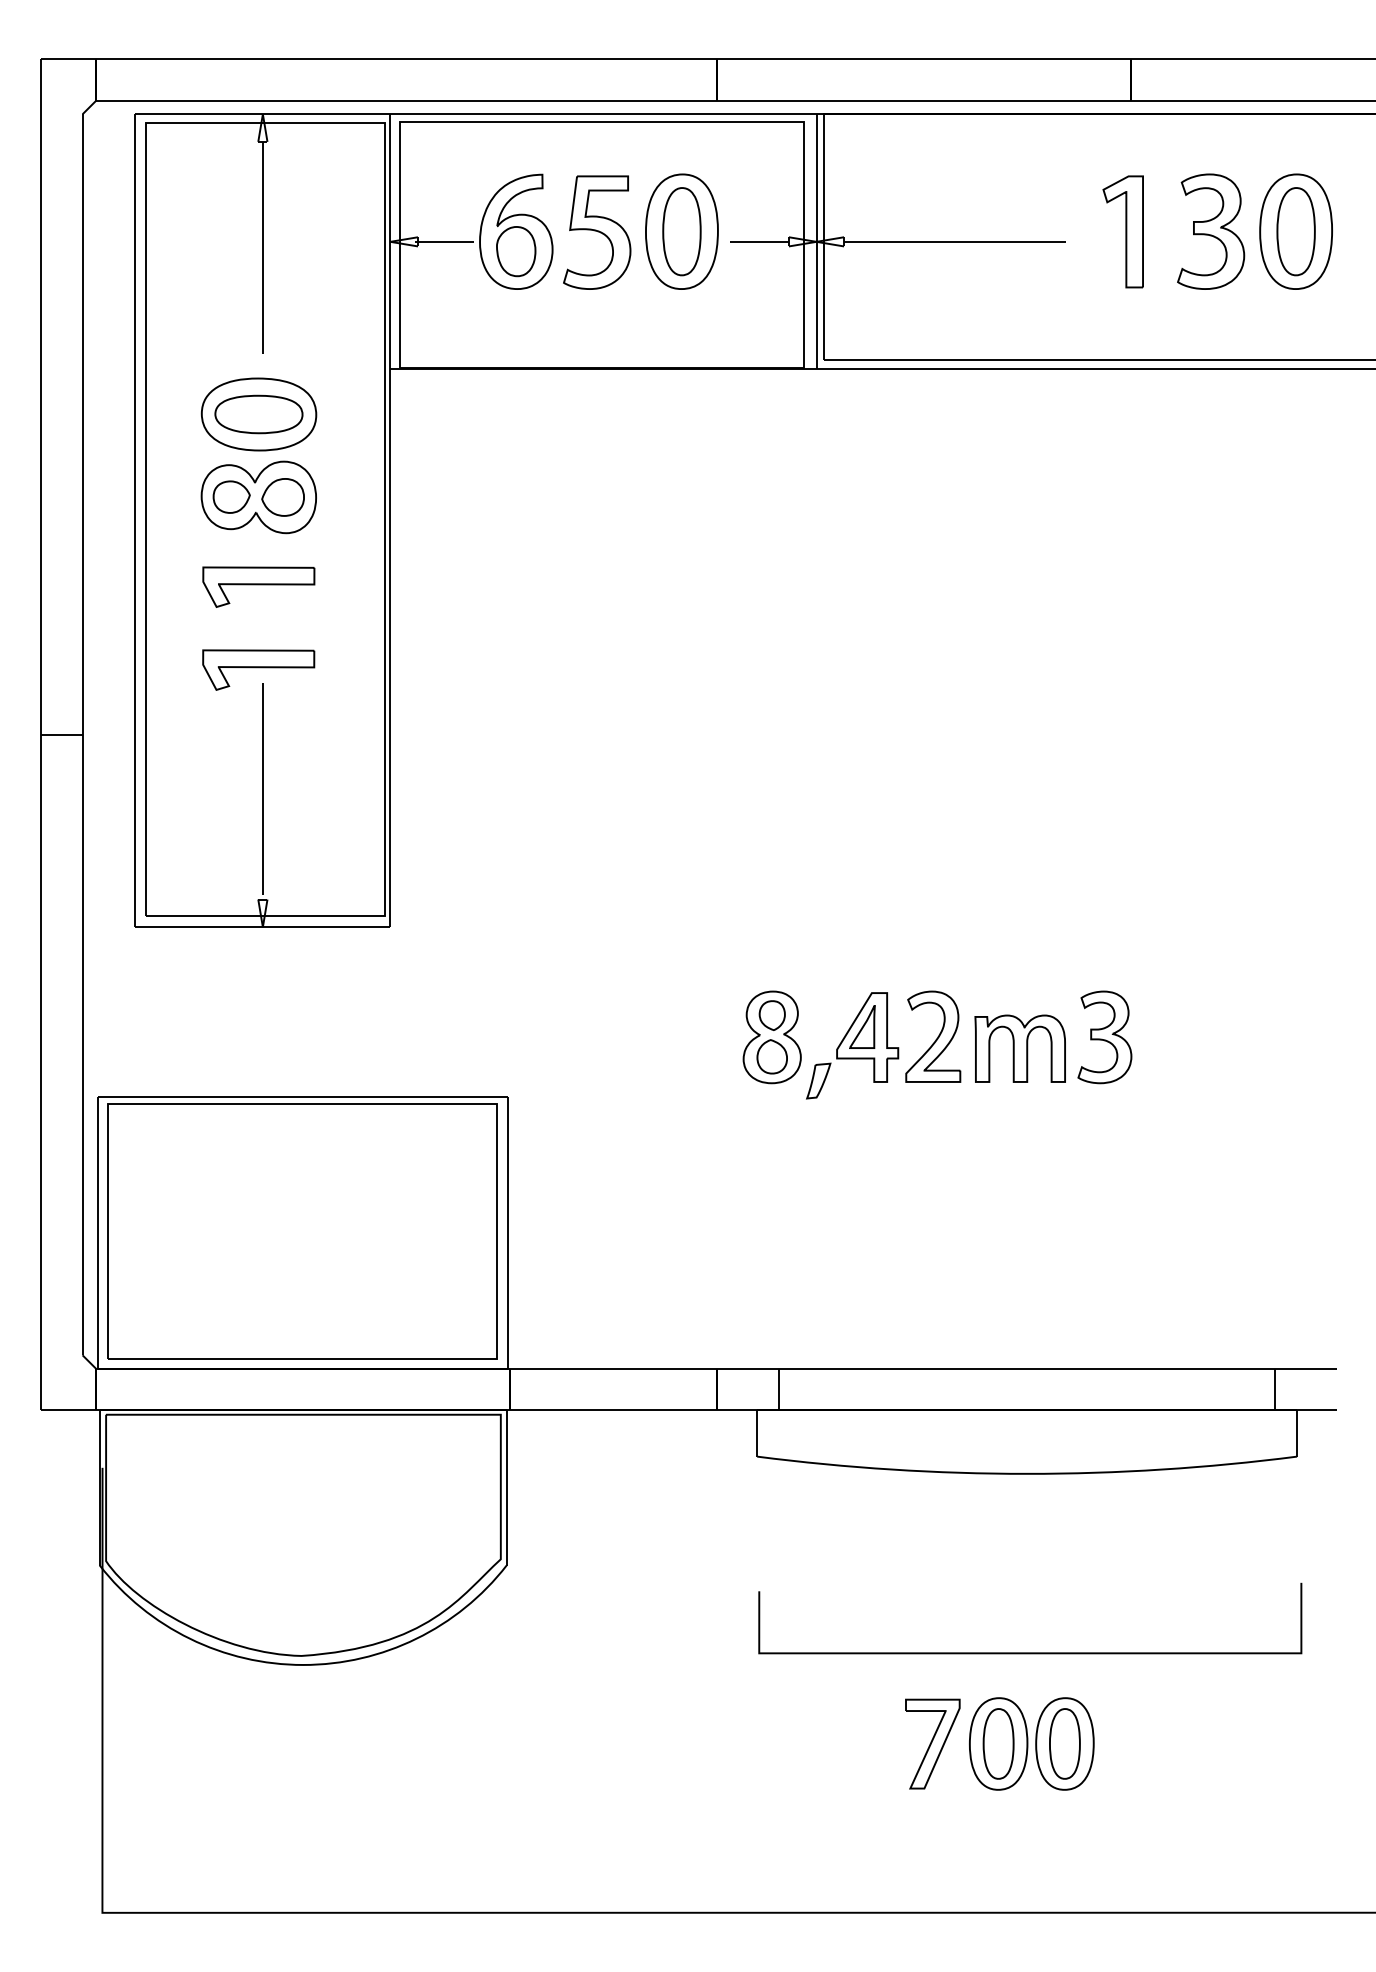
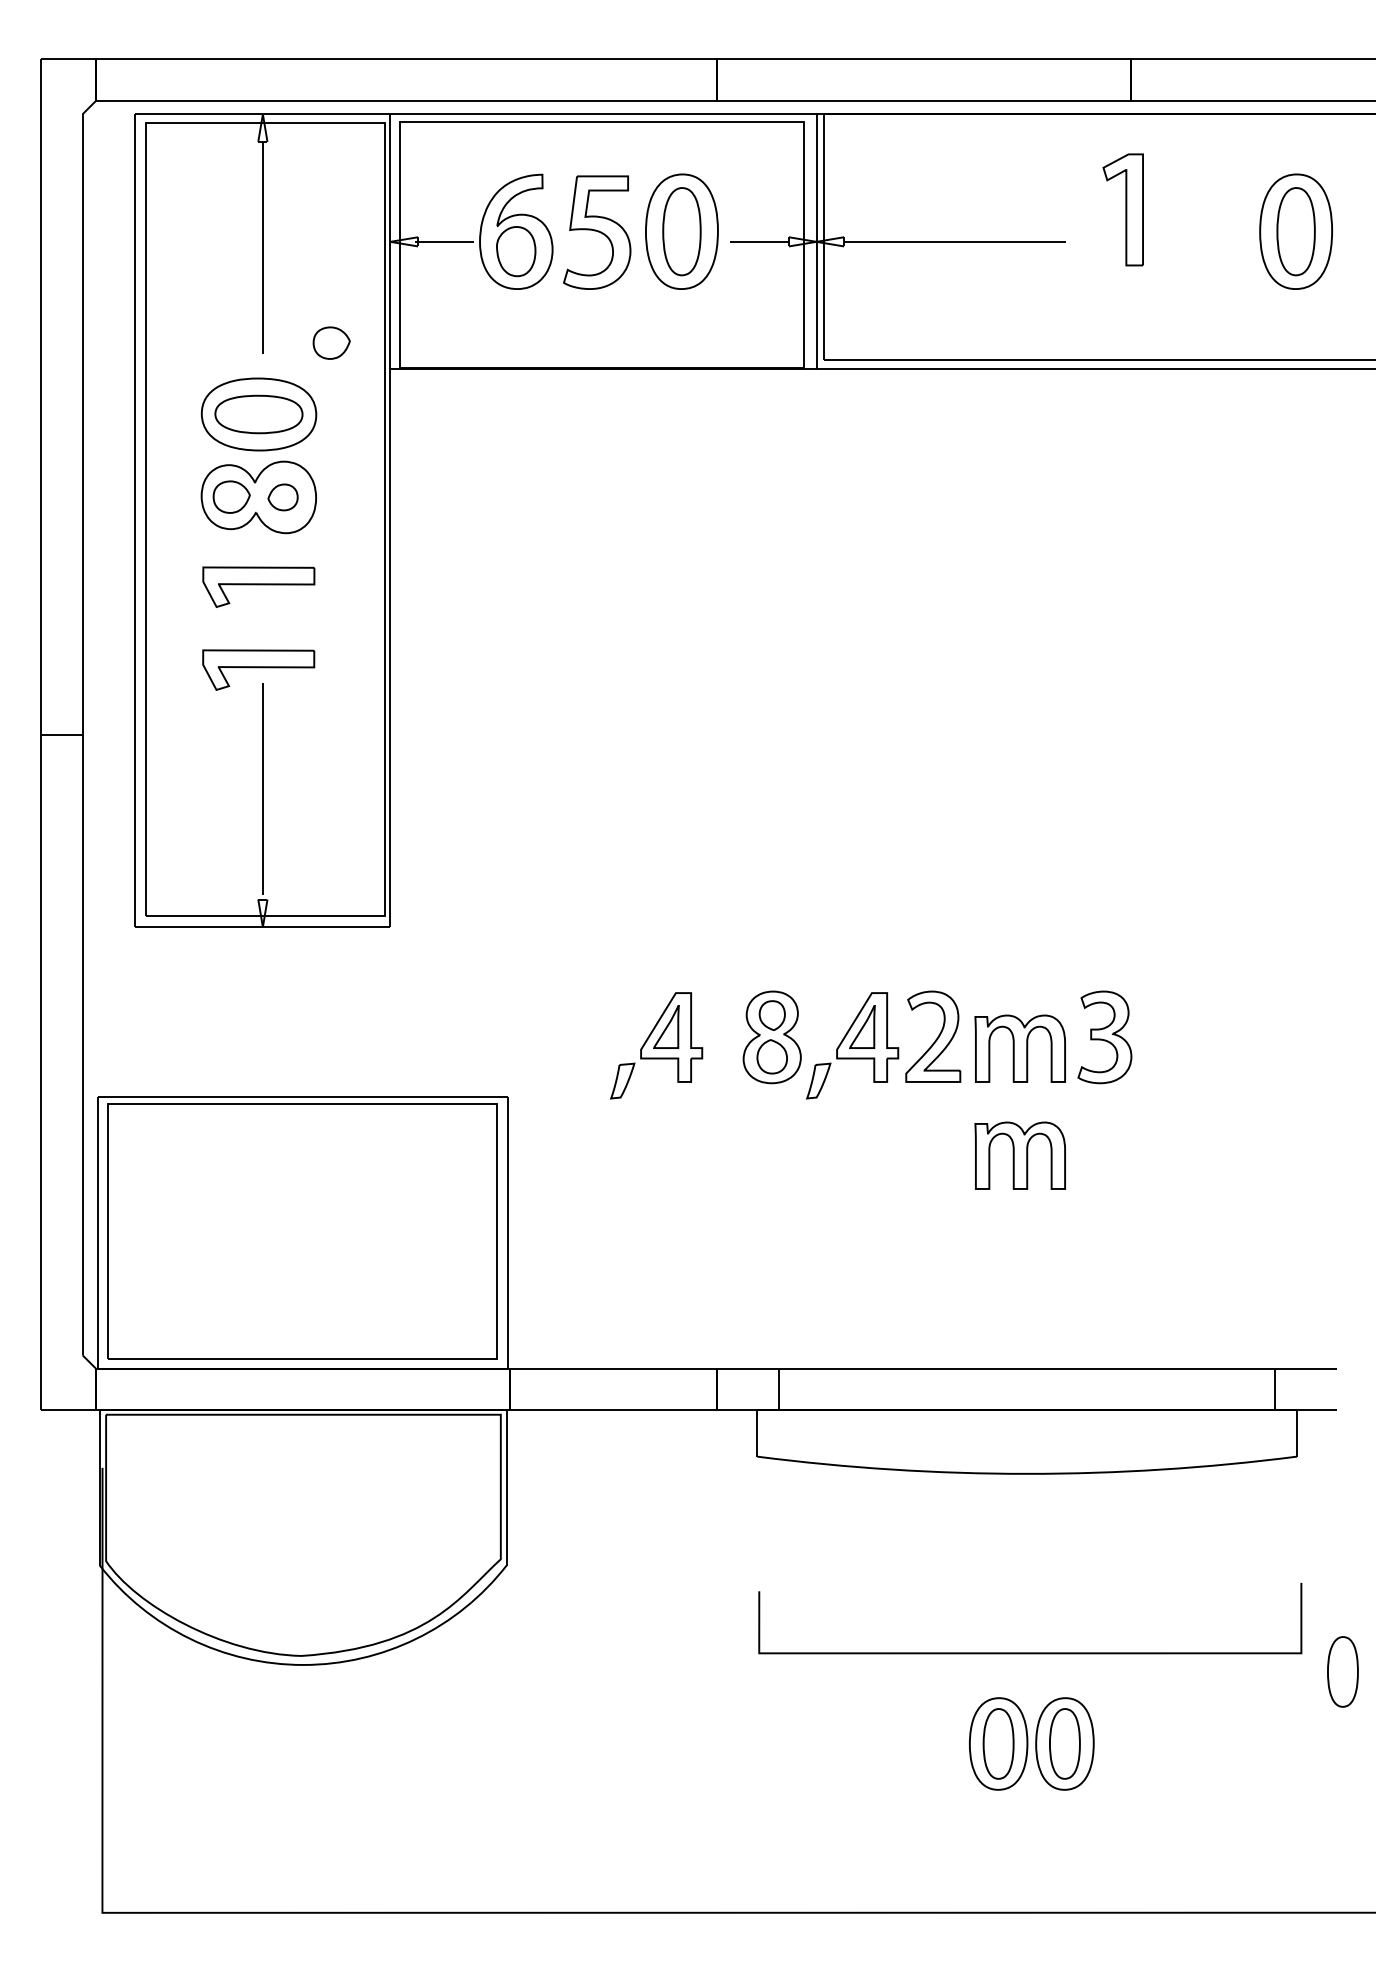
part at (1122, 231) position: (1122, 231) -> (1122, 209)
part at (1211, 231): present -> none
part at (331, 342): none -> present
part at (282, 497) size: 44x39 px -> 32x29 px
part at (656, 1045): none -> present
part at (1019, 1155): none -> present
part at (1342, 1671): none -> present
part at (932, 1743): present -> none
